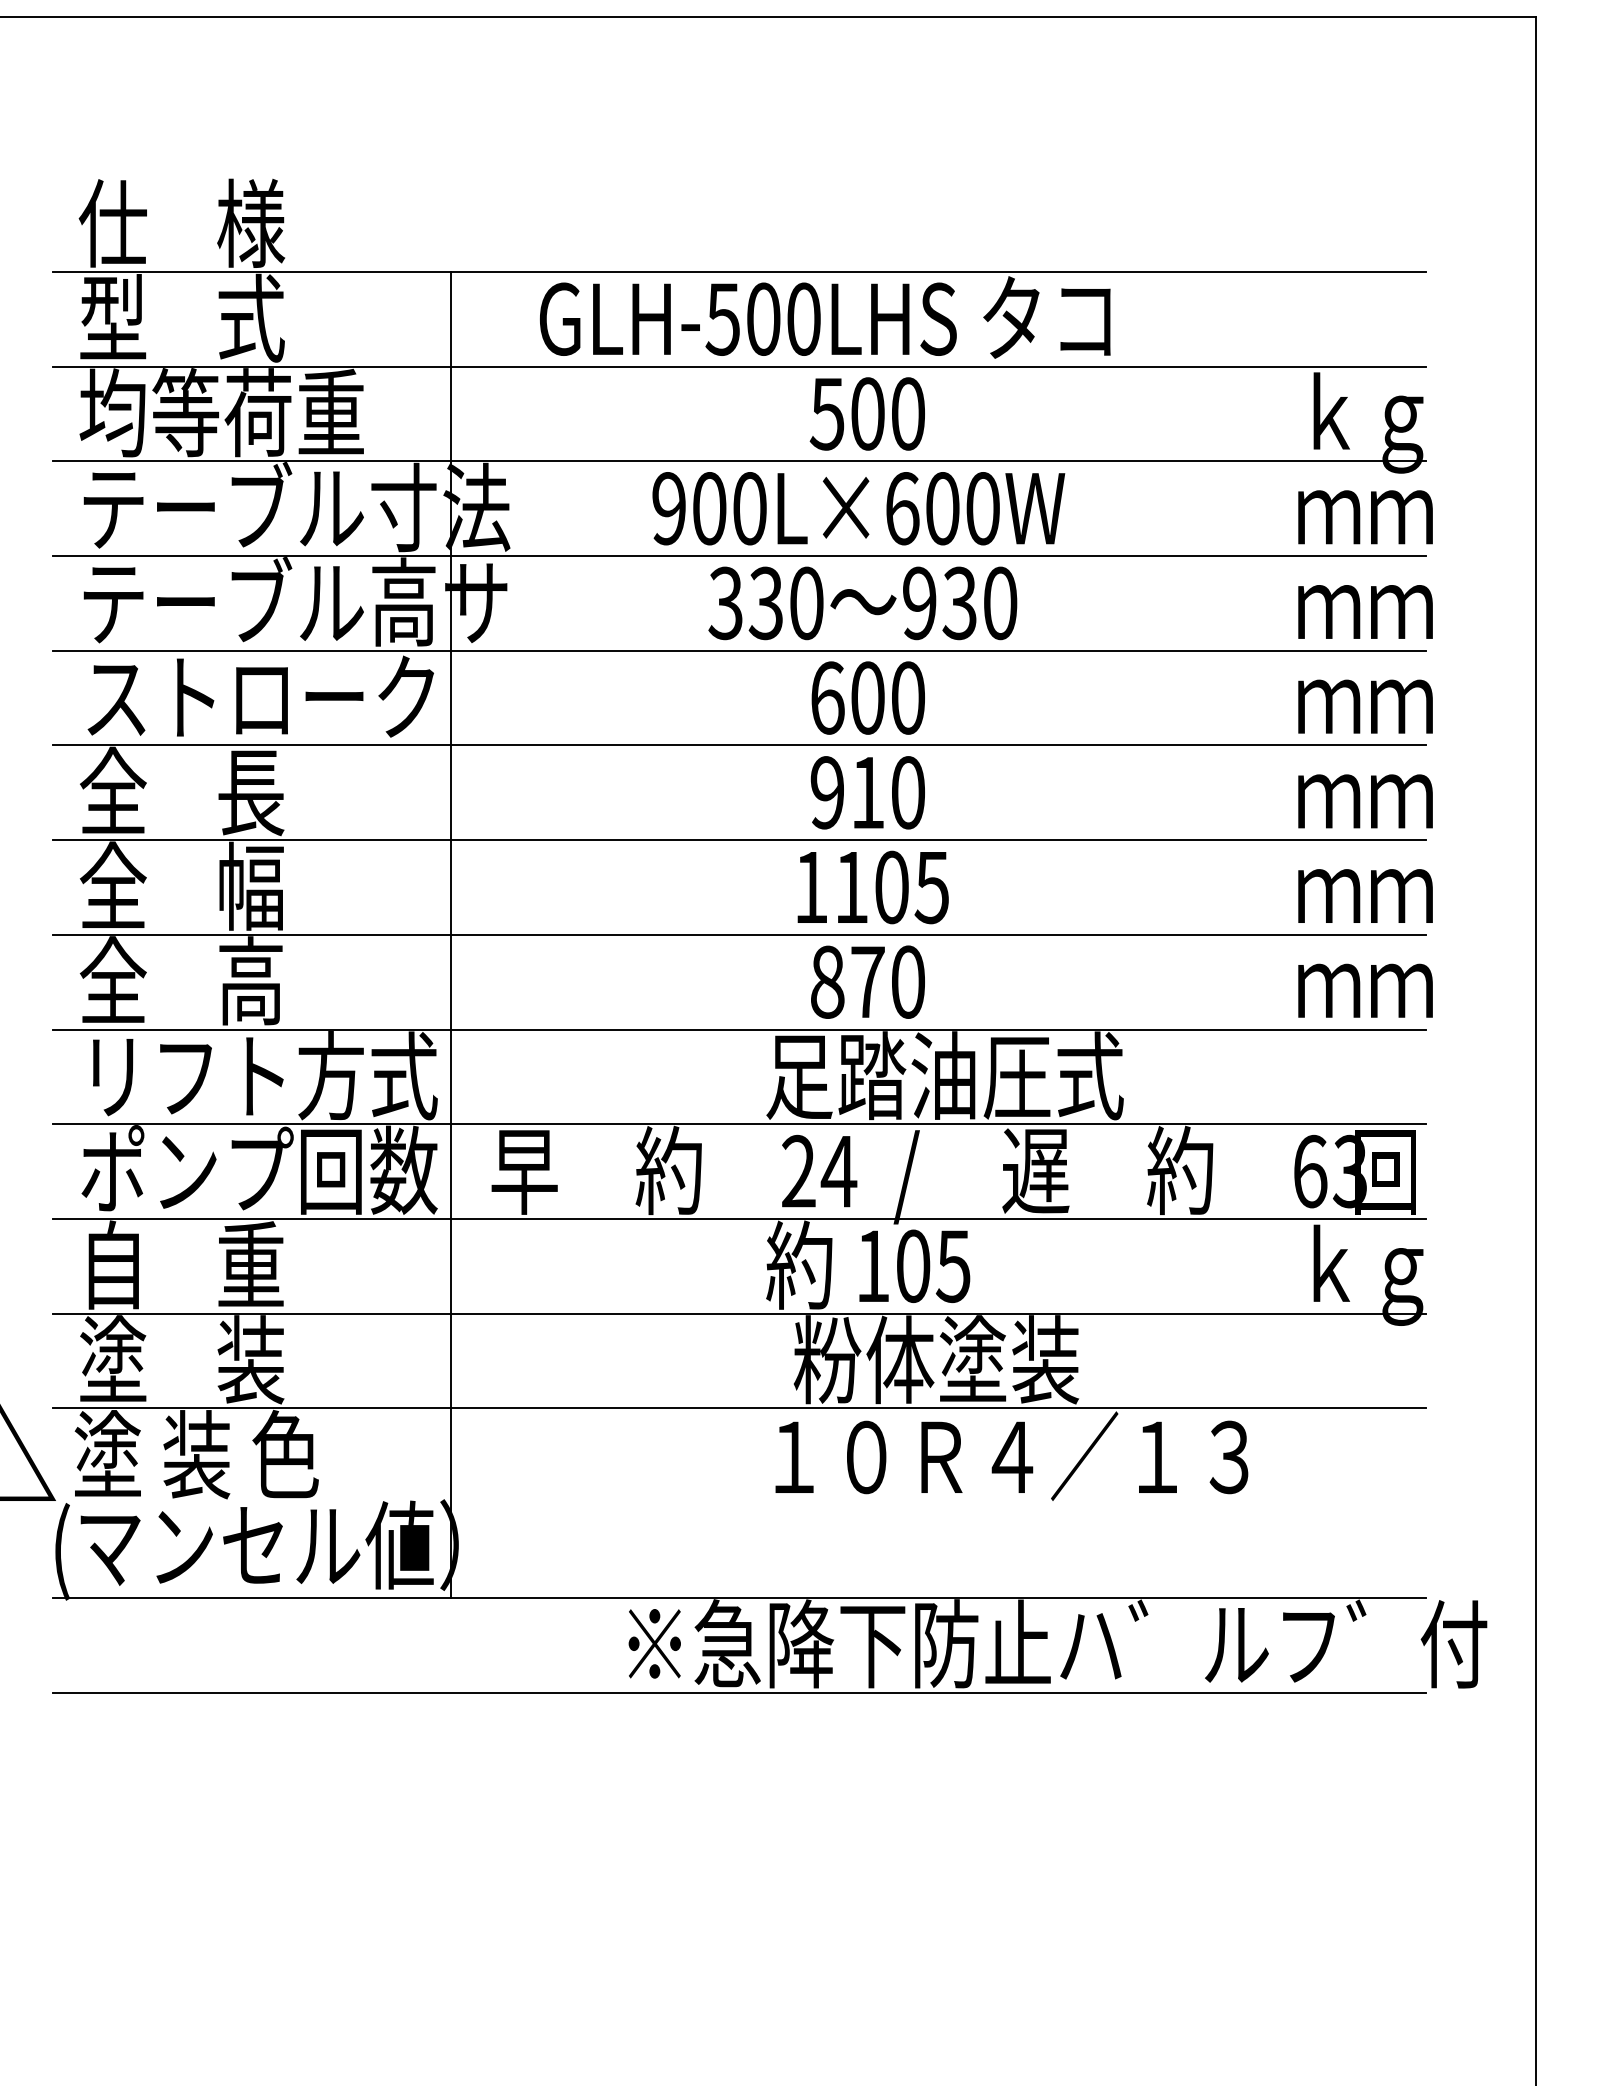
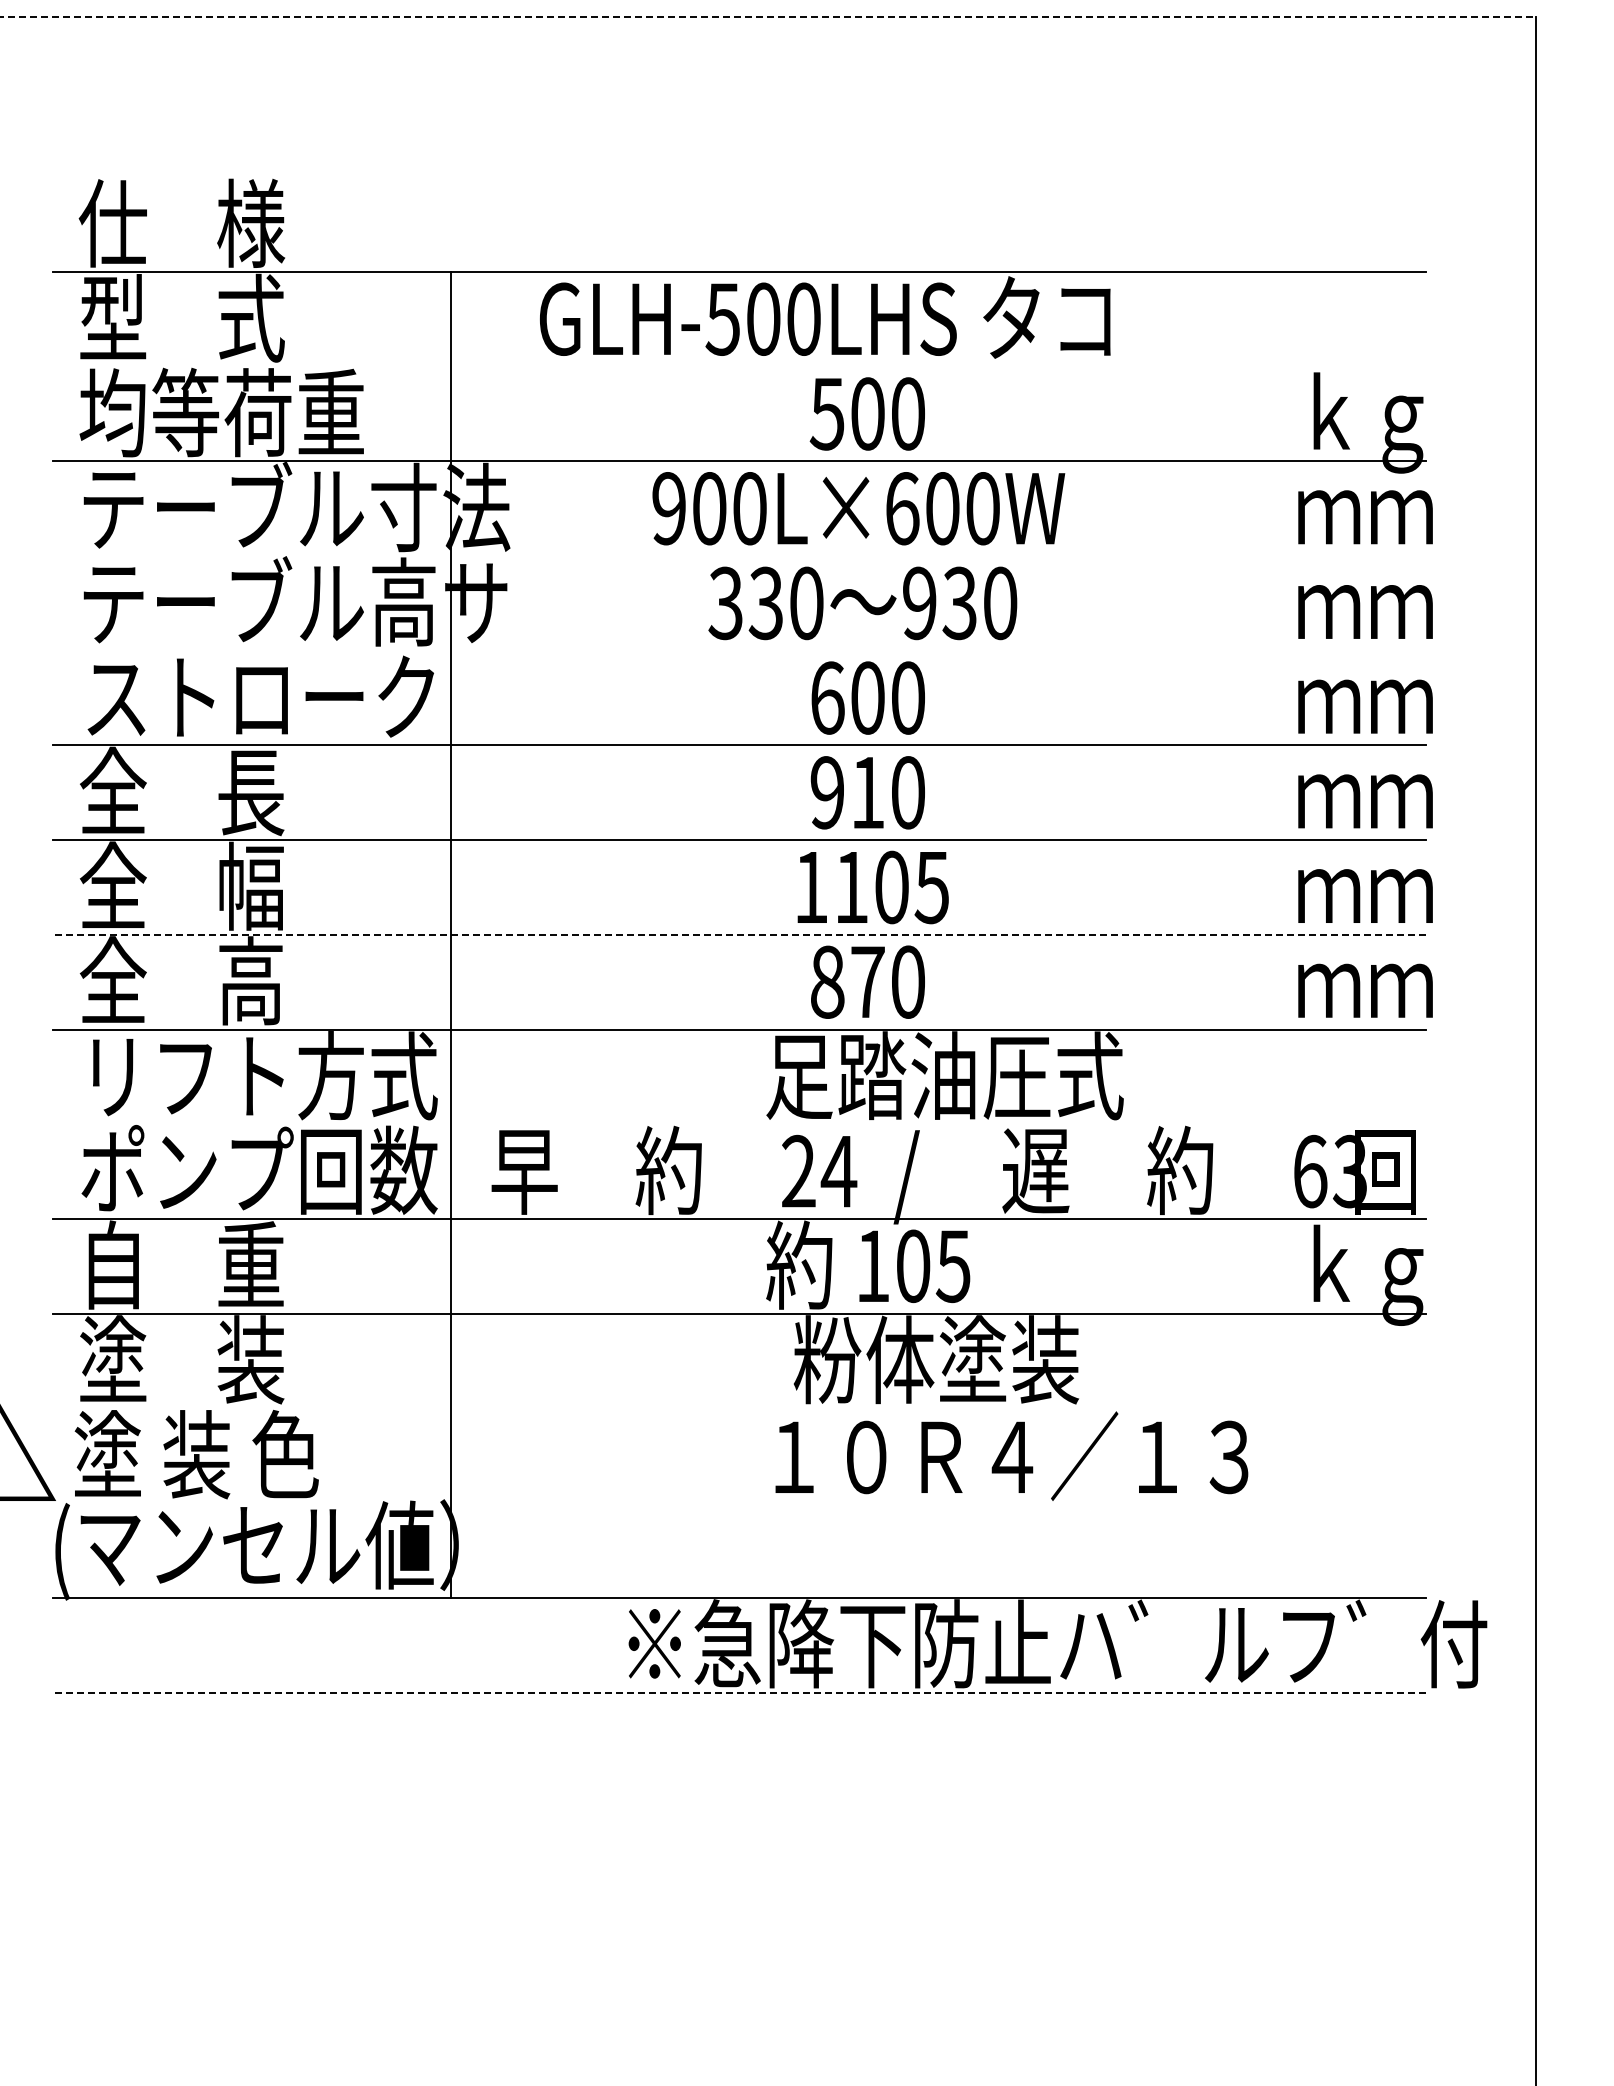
line at (768, 16): solid -> dashed
line at (739, 366): present -> none
line at (739, 556): present -> none
line at (739, 650): present -> none
line at (739, 934): solid -> dashed
line at (739, 1124): present -> none
line at (739, 1408): present -> none
line at (739, 1692): solid -> dashed
